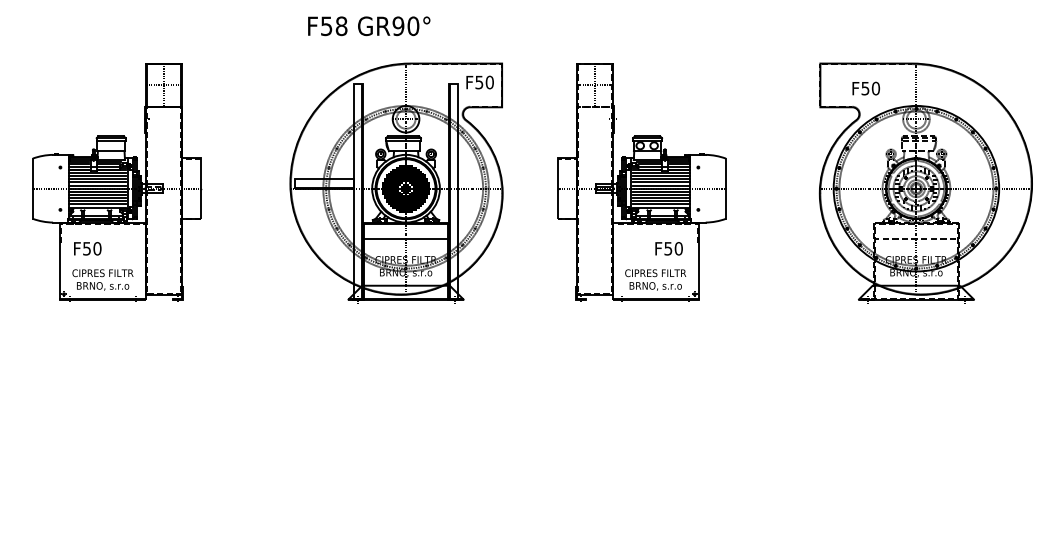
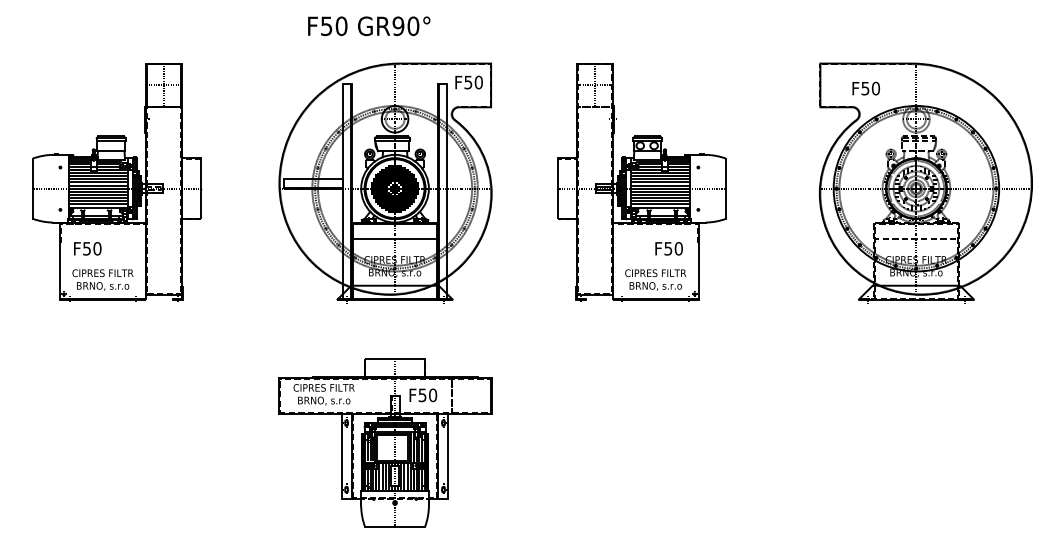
text at (341, 25): F58 -> F50
part at (396, 182) position: (396, 182) -> (385, 182)
part at (385, 442): none -> present
